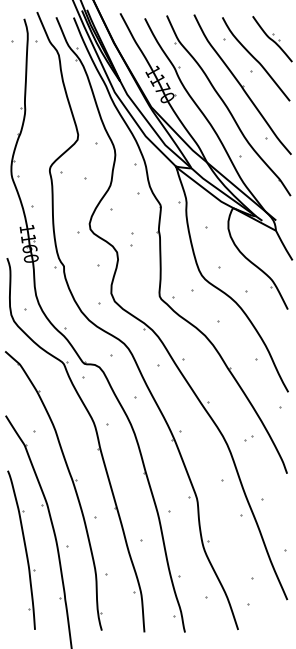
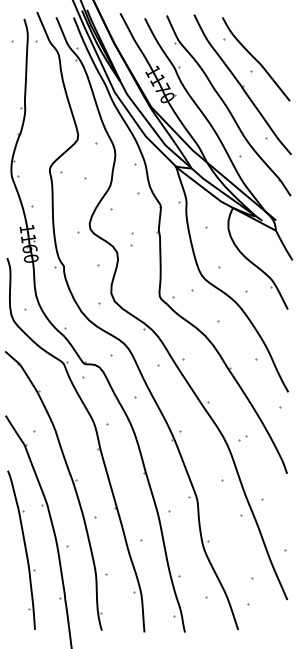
part at (272, 39): present -> none
part at (248, 438) position: (248, 438) -> (242, 438)
